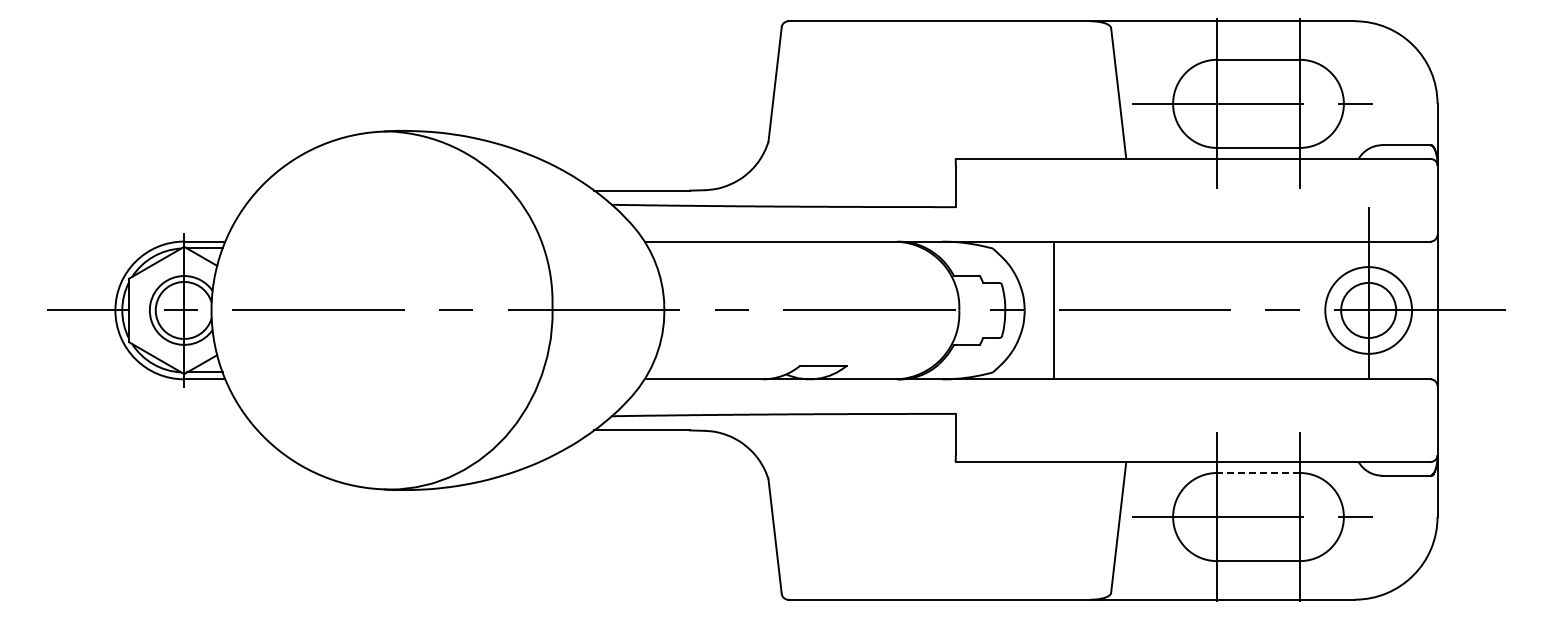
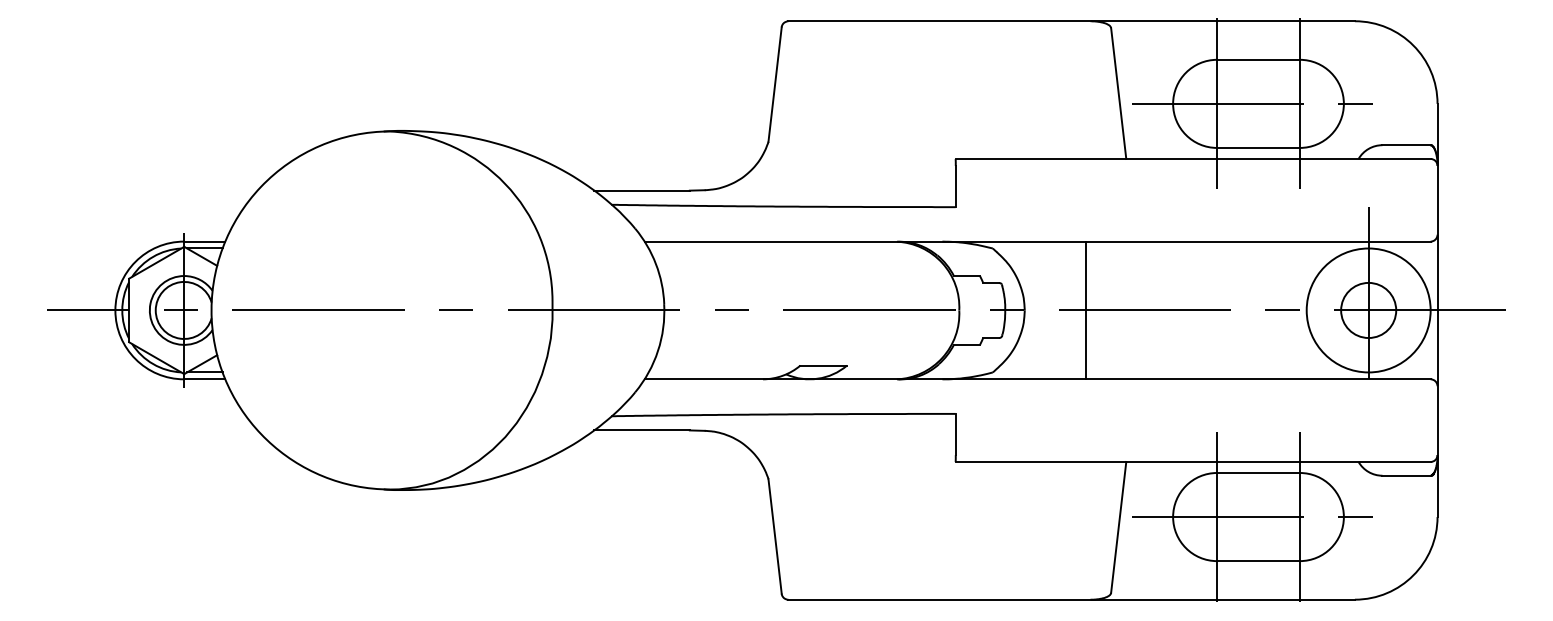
line at (1054, 310) position: (1054, 310) -> (1086, 310)
circle at (1368, 310) diameter: 87 px -> 124 px
line at (1258, 472): dashed -> solid
